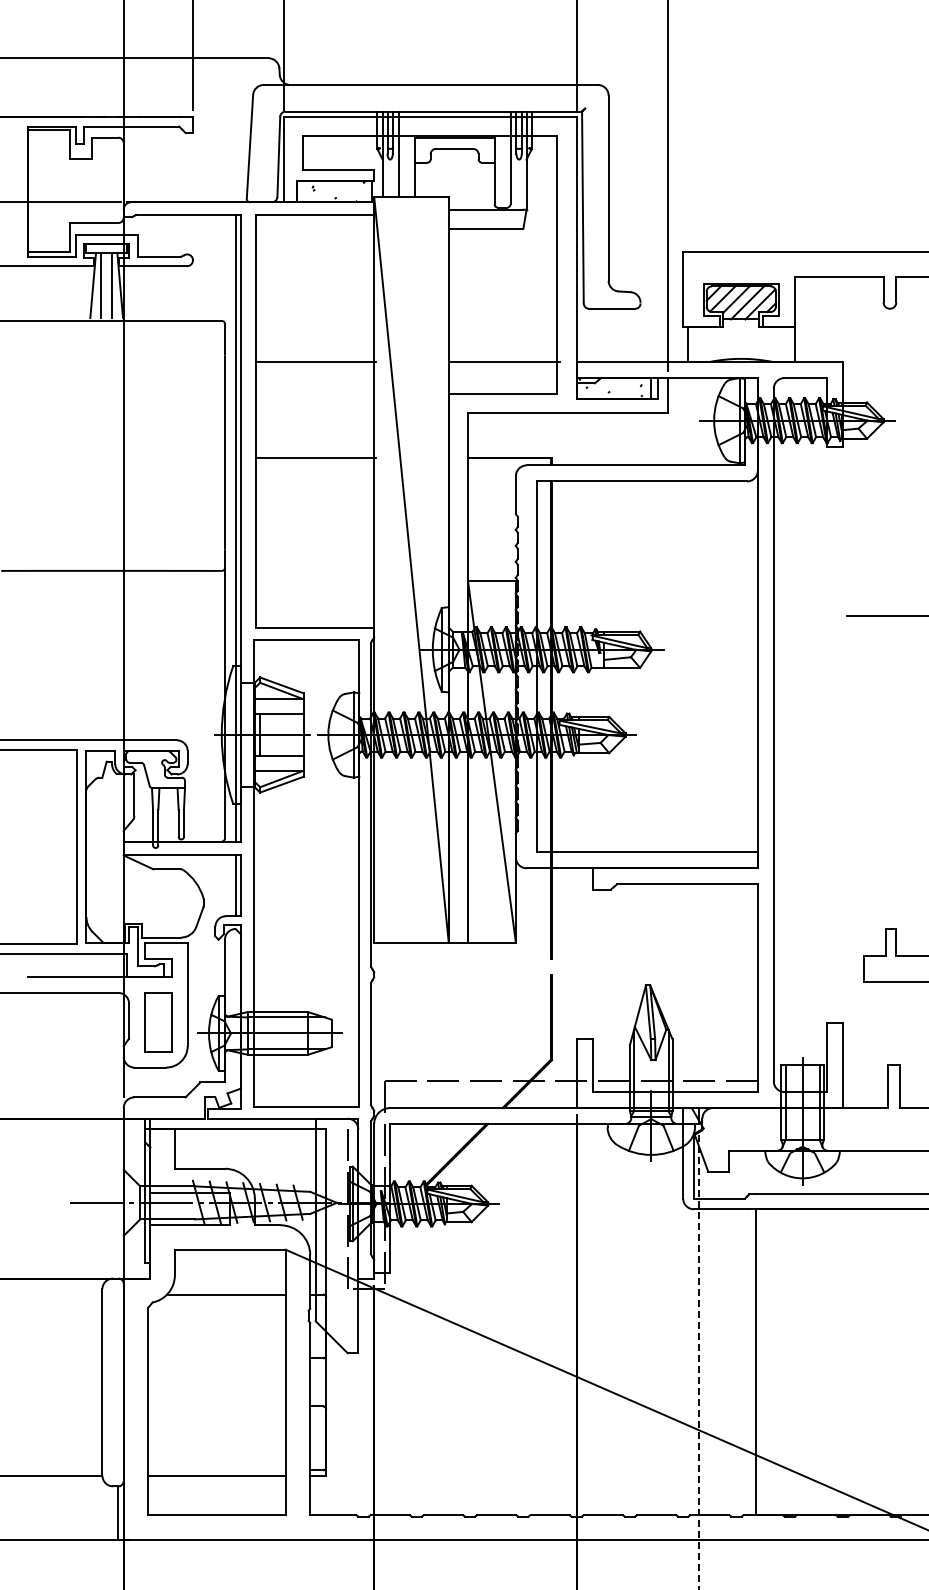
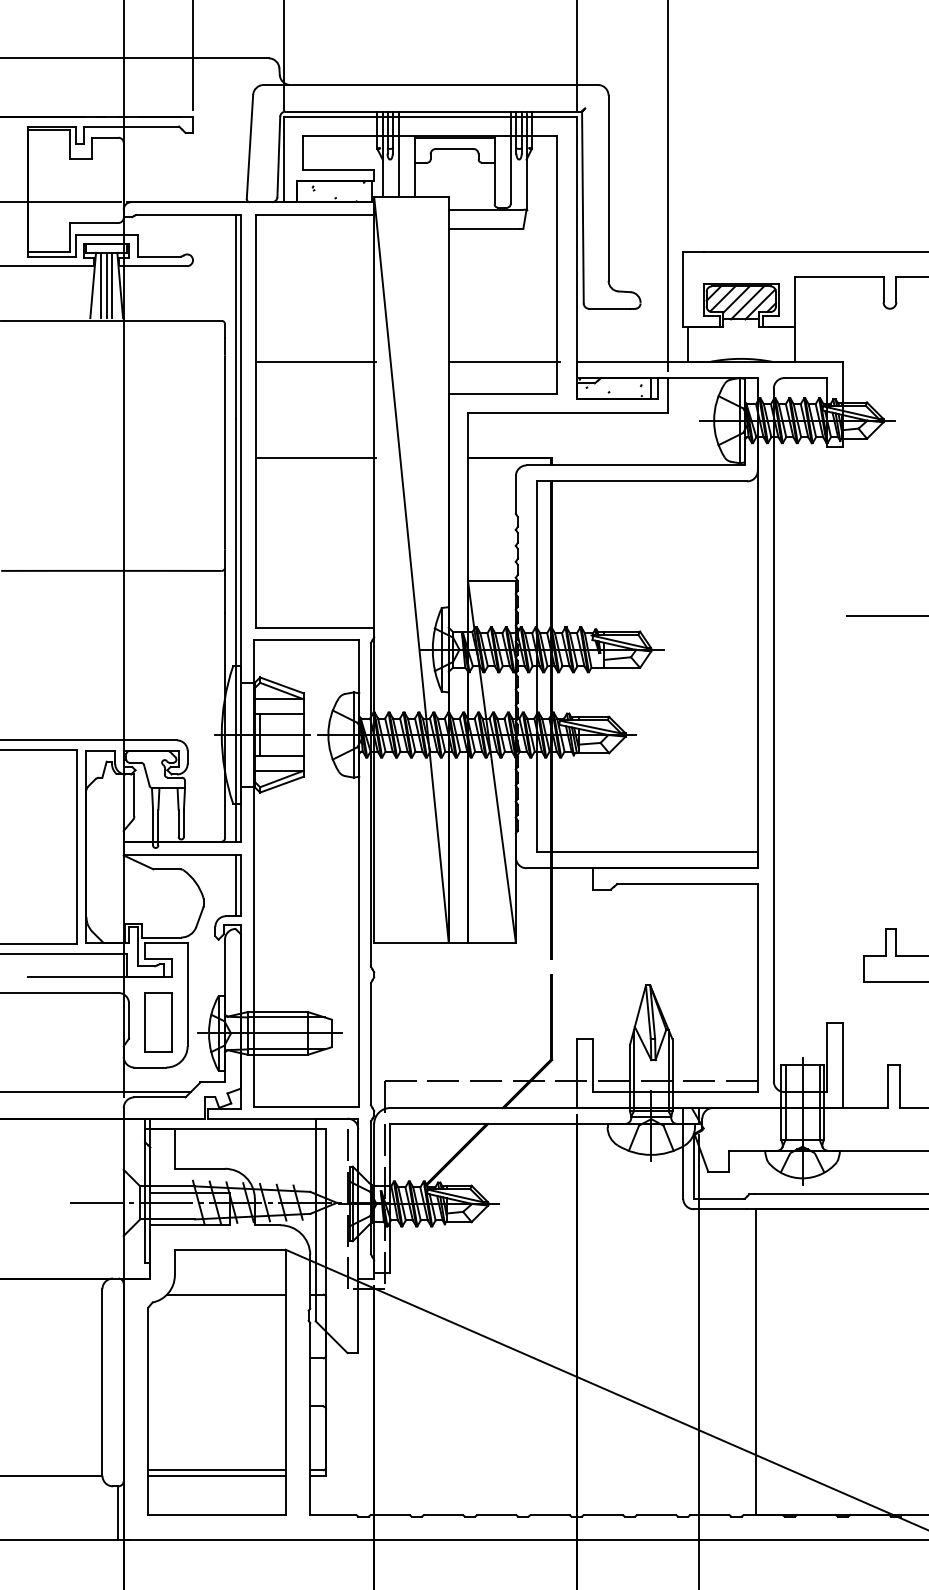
line at (106, 285): none -> present
line at (96, 1092): none -> present
line at (699, 1362): dashed -> solid
line at (216, 1470): none -> present
